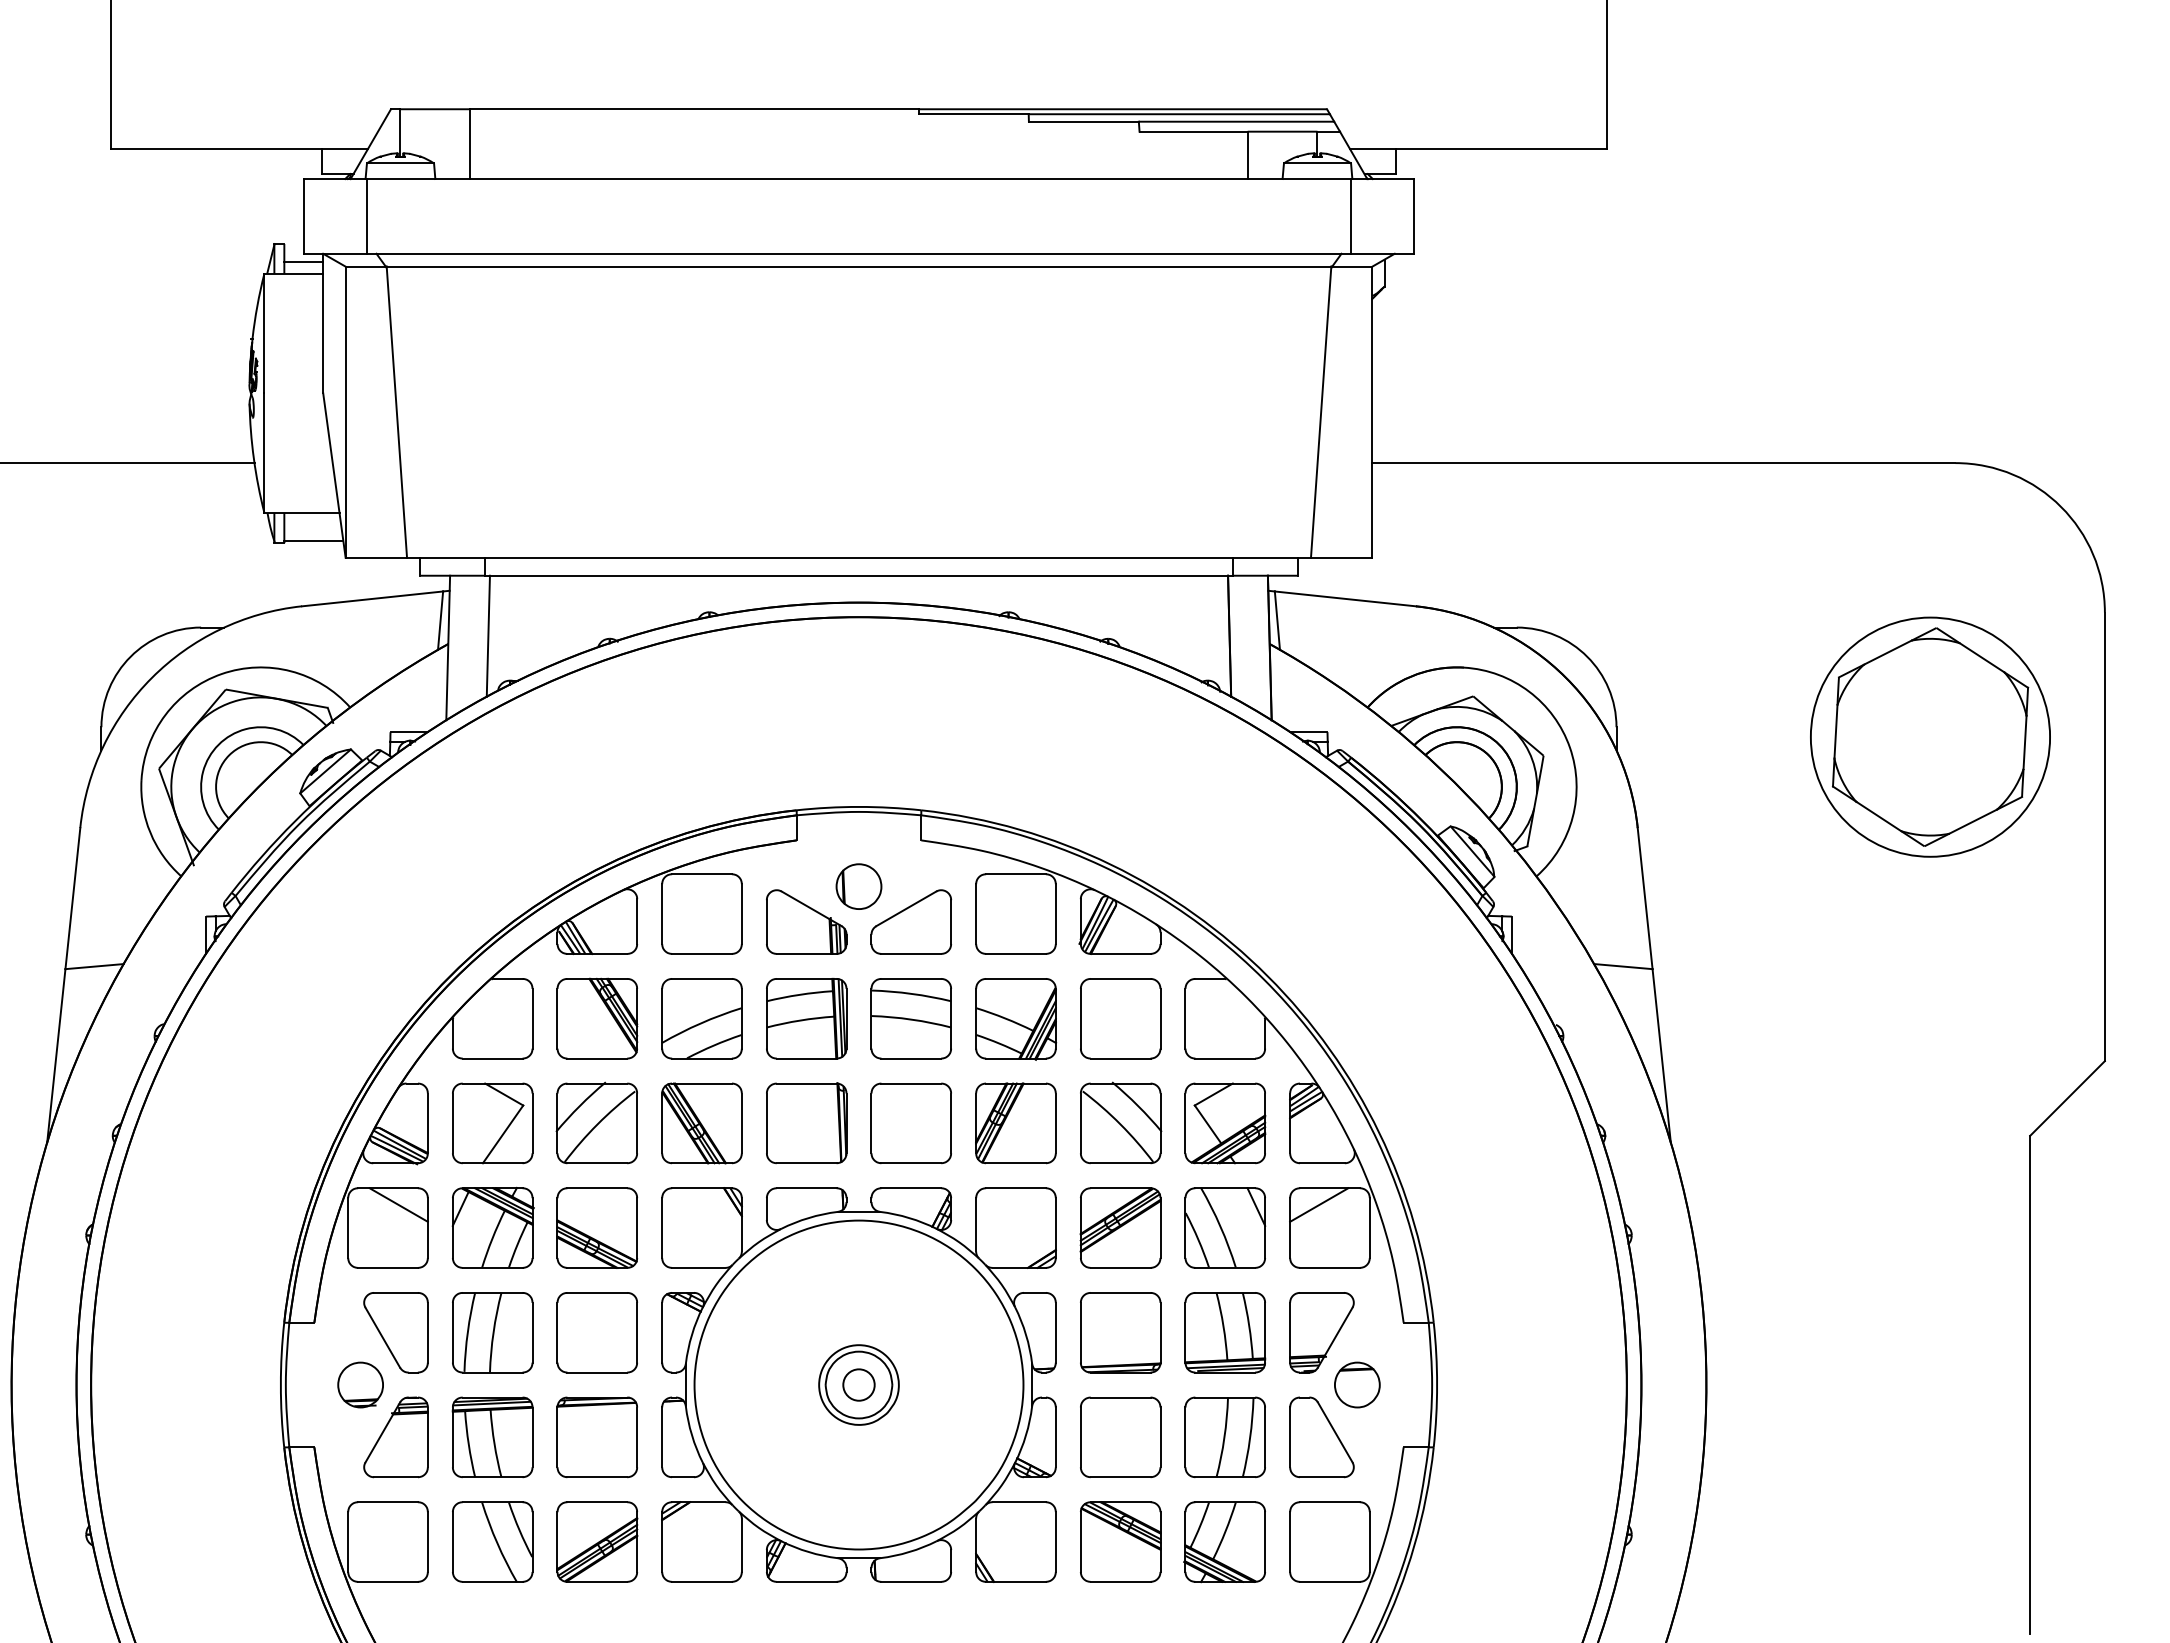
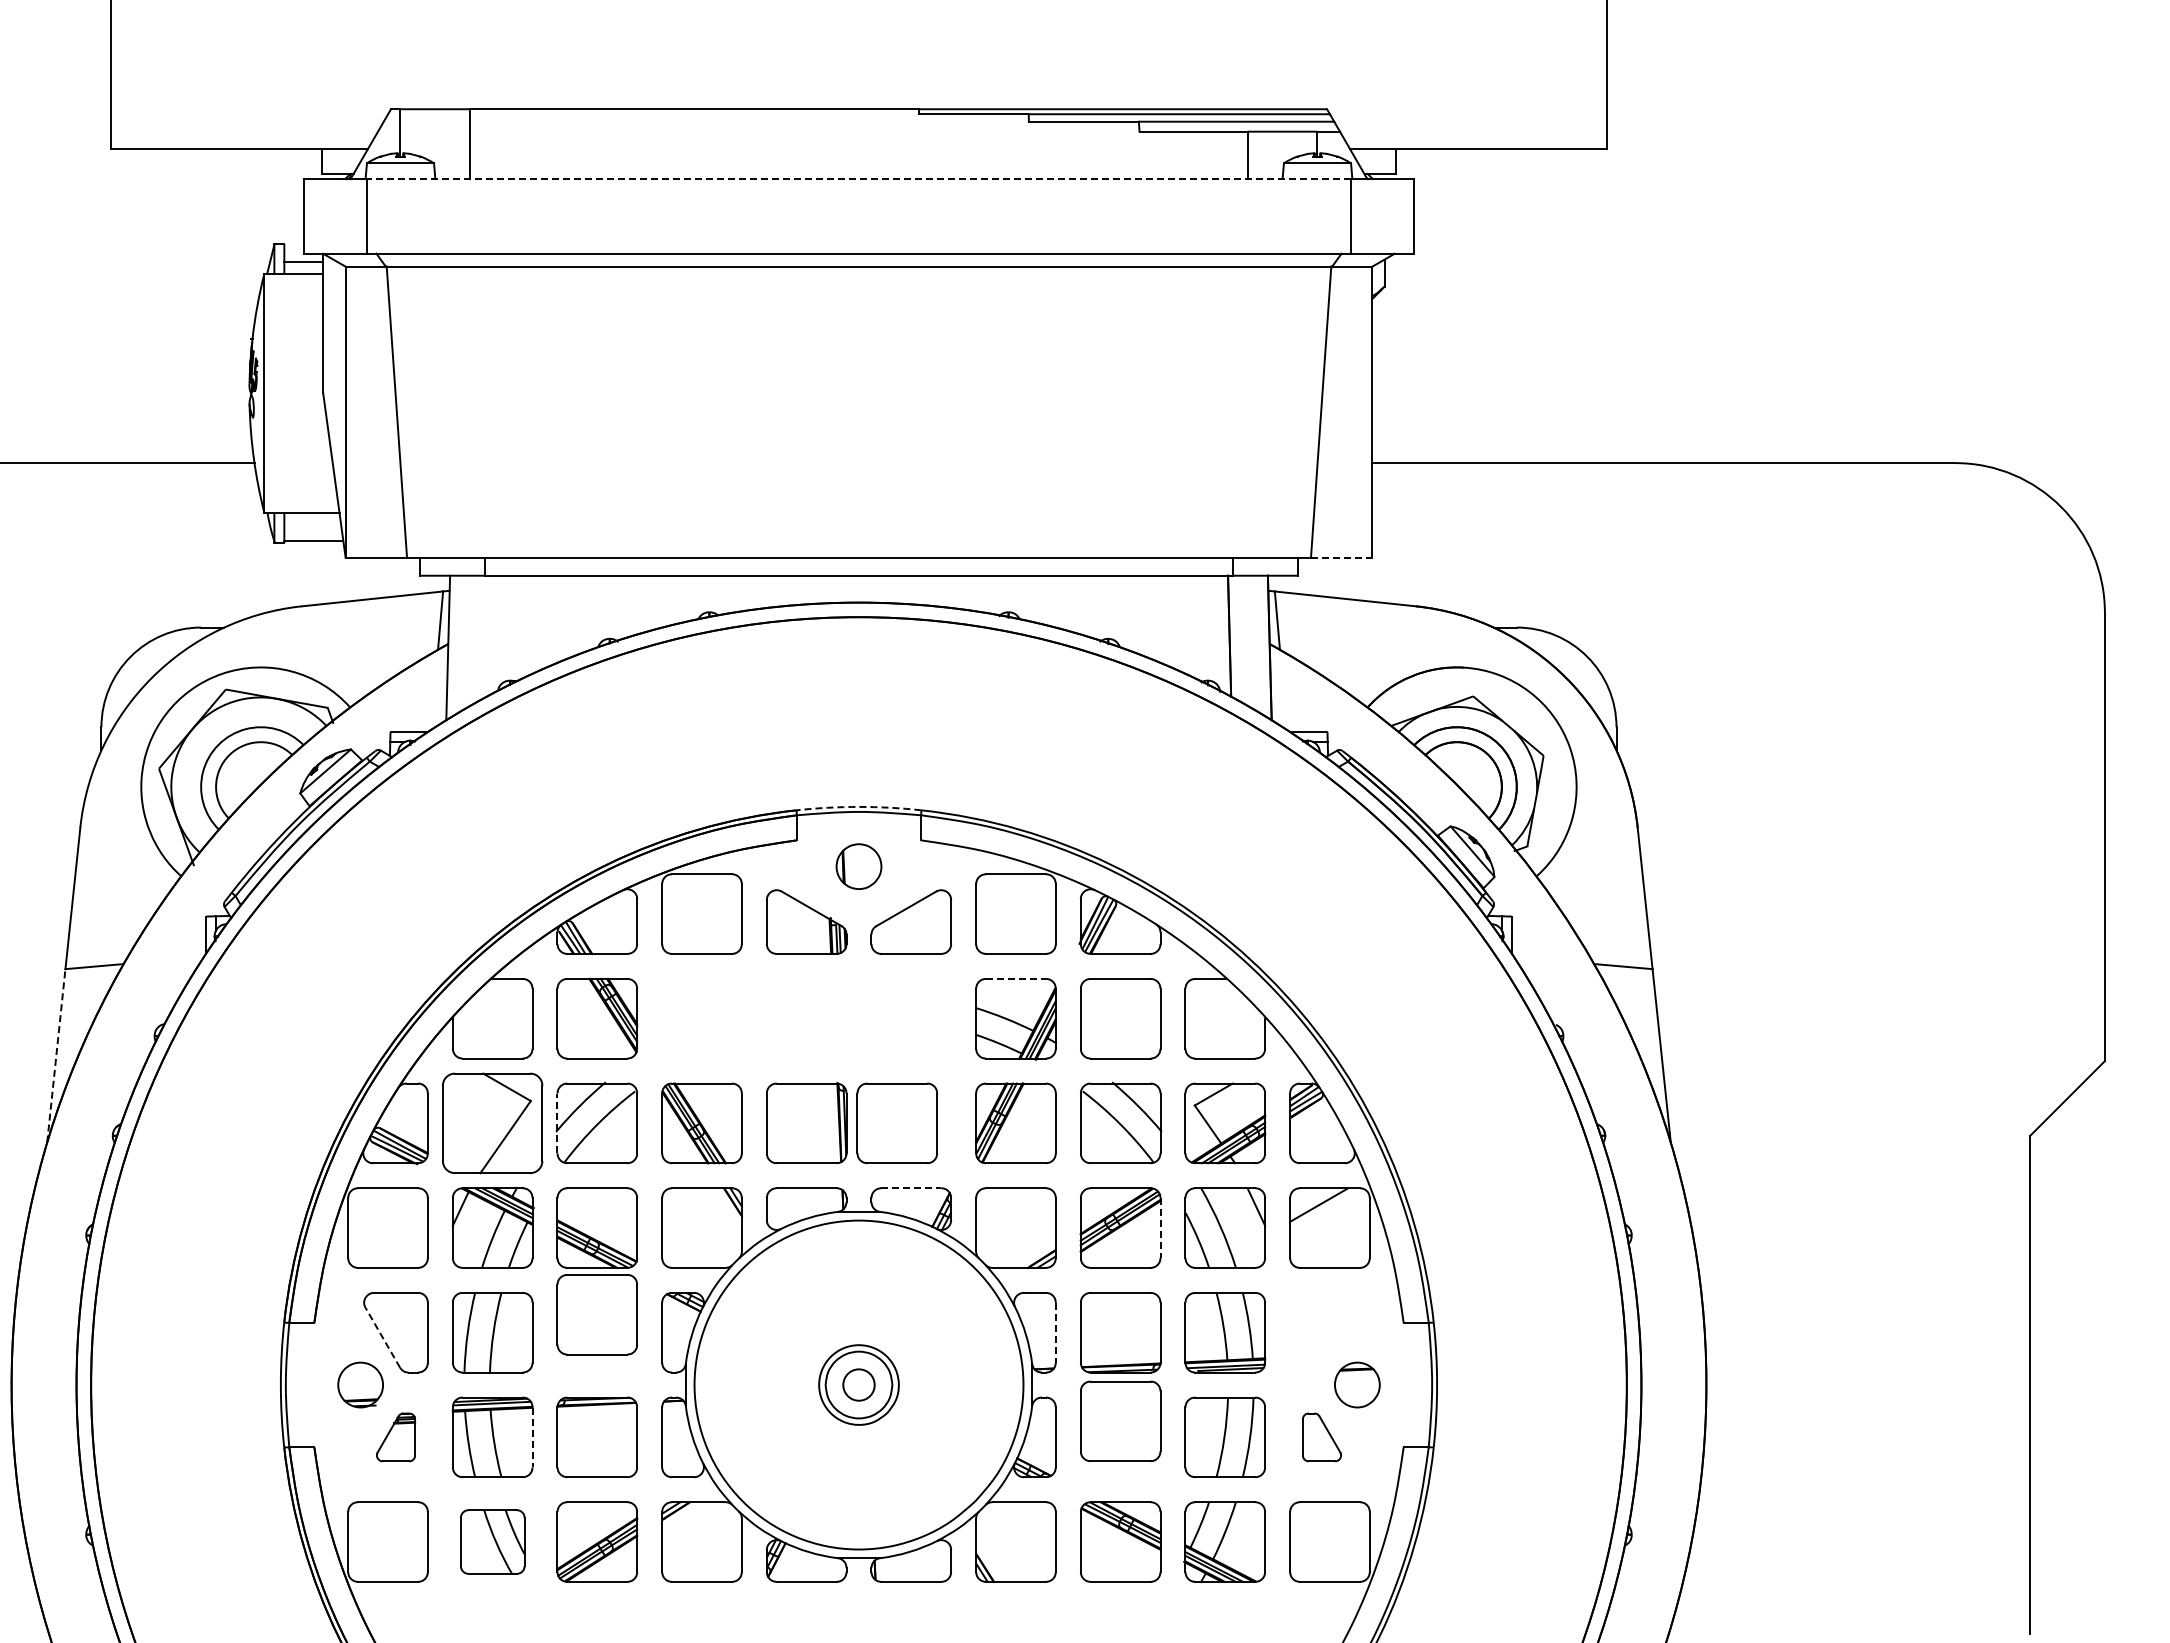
line at (858, 179): solid -> dashed
line at (1341, 557): solid -> dashed
line at (487, 635): present -> none
part at (1930, 736): present -> none
arc at (859, 806): solid -> dashed
part at (858, 886) position: (858, 886) -> (858, 866)
line at (1015, 978): solid -> dashed
part at (701, 1018): present -> none
part at (806, 1018): present -> none
part at (910, 1018): present -> none
line at (56, 1055): solid -> dashed
part at (492, 1123) size: 82x83 px -> 103x103 px
line at (557, 1123): solid -> dashed
part at (910, 1123) position: (910, 1123) -> (896, 1123)
line at (911, 1188): solid -> dashed
line at (398, 1204): present -> none
line at (1160, 1228): solid -> dashed
part at (596, 1332) position: (596, 1332) -> (596, 1314)
line at (1055, 1332): solid -> dashed
part at (1321, 1332): present -> none
line at (382, 1337): solid -> dashed
part at (1120, 1436) position: (1120, 1436) -> (1120, 1420)
part at (395, 1437) size: 66x83 px -> 41x51 px
line at (532, 1437): solid -> dashed
part at (1321, 1437) size: 66x83 px -> 40x51 px
part at (492, 1541) size: 82x82 px -> 66x66 px
